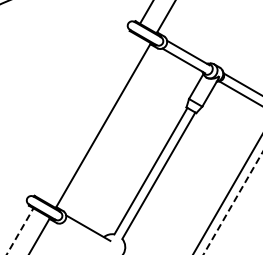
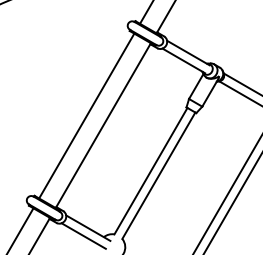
line at (86, 115): none -> present
line at (233, 203): dashed -> solid
line at (20, 231): dashed -> solid
line at (83, 235): none -> present
